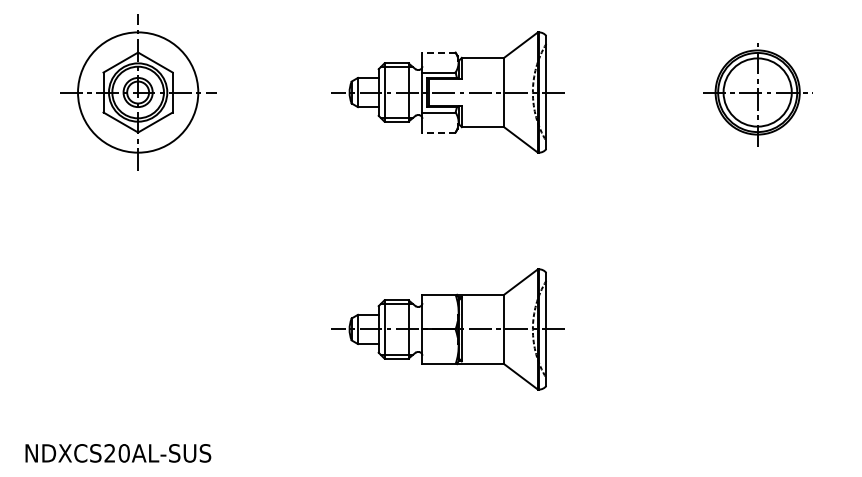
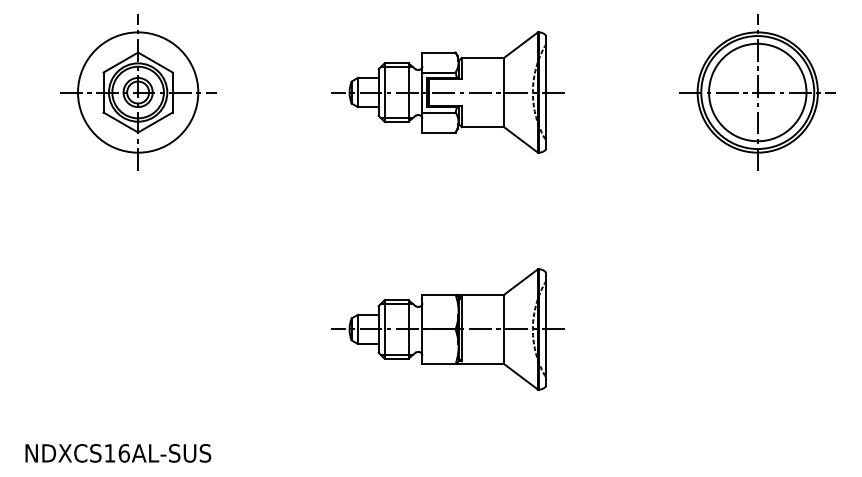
line at (439, 52): dashed -> solid
part at (757, 94) size: 110x104 px -> 157x157 px
line at (439, 132): dashed -> solid
text at (116, 453): NDXCS20AL-SUS -> NDXCS16AL-SUS
